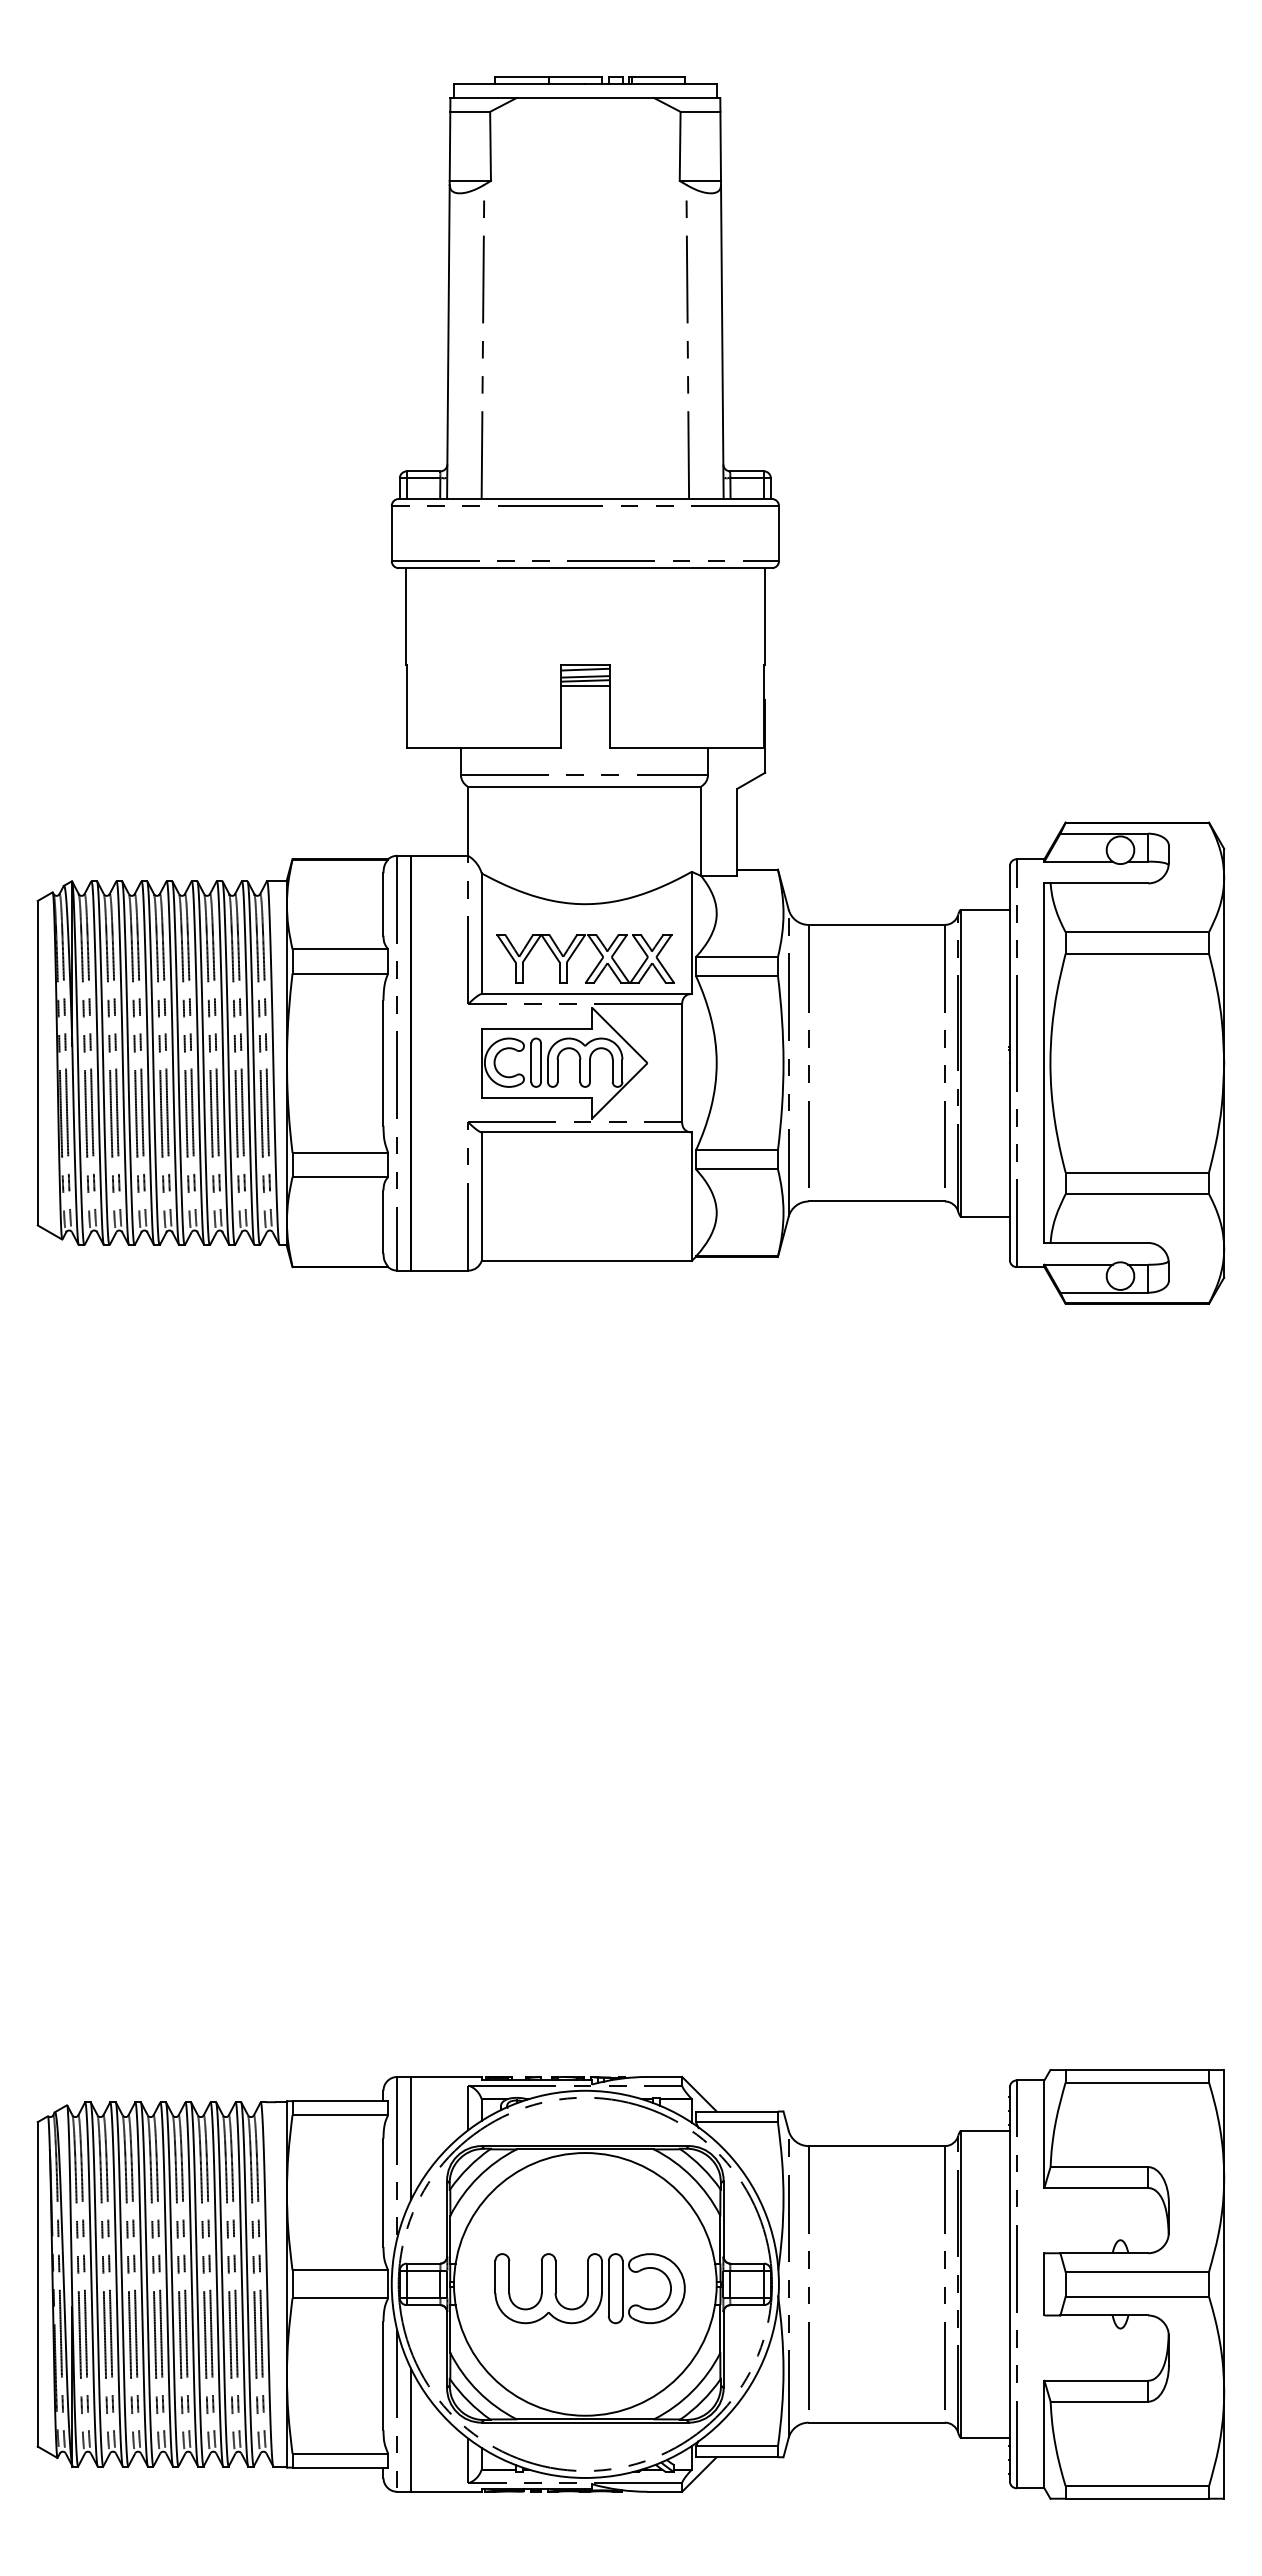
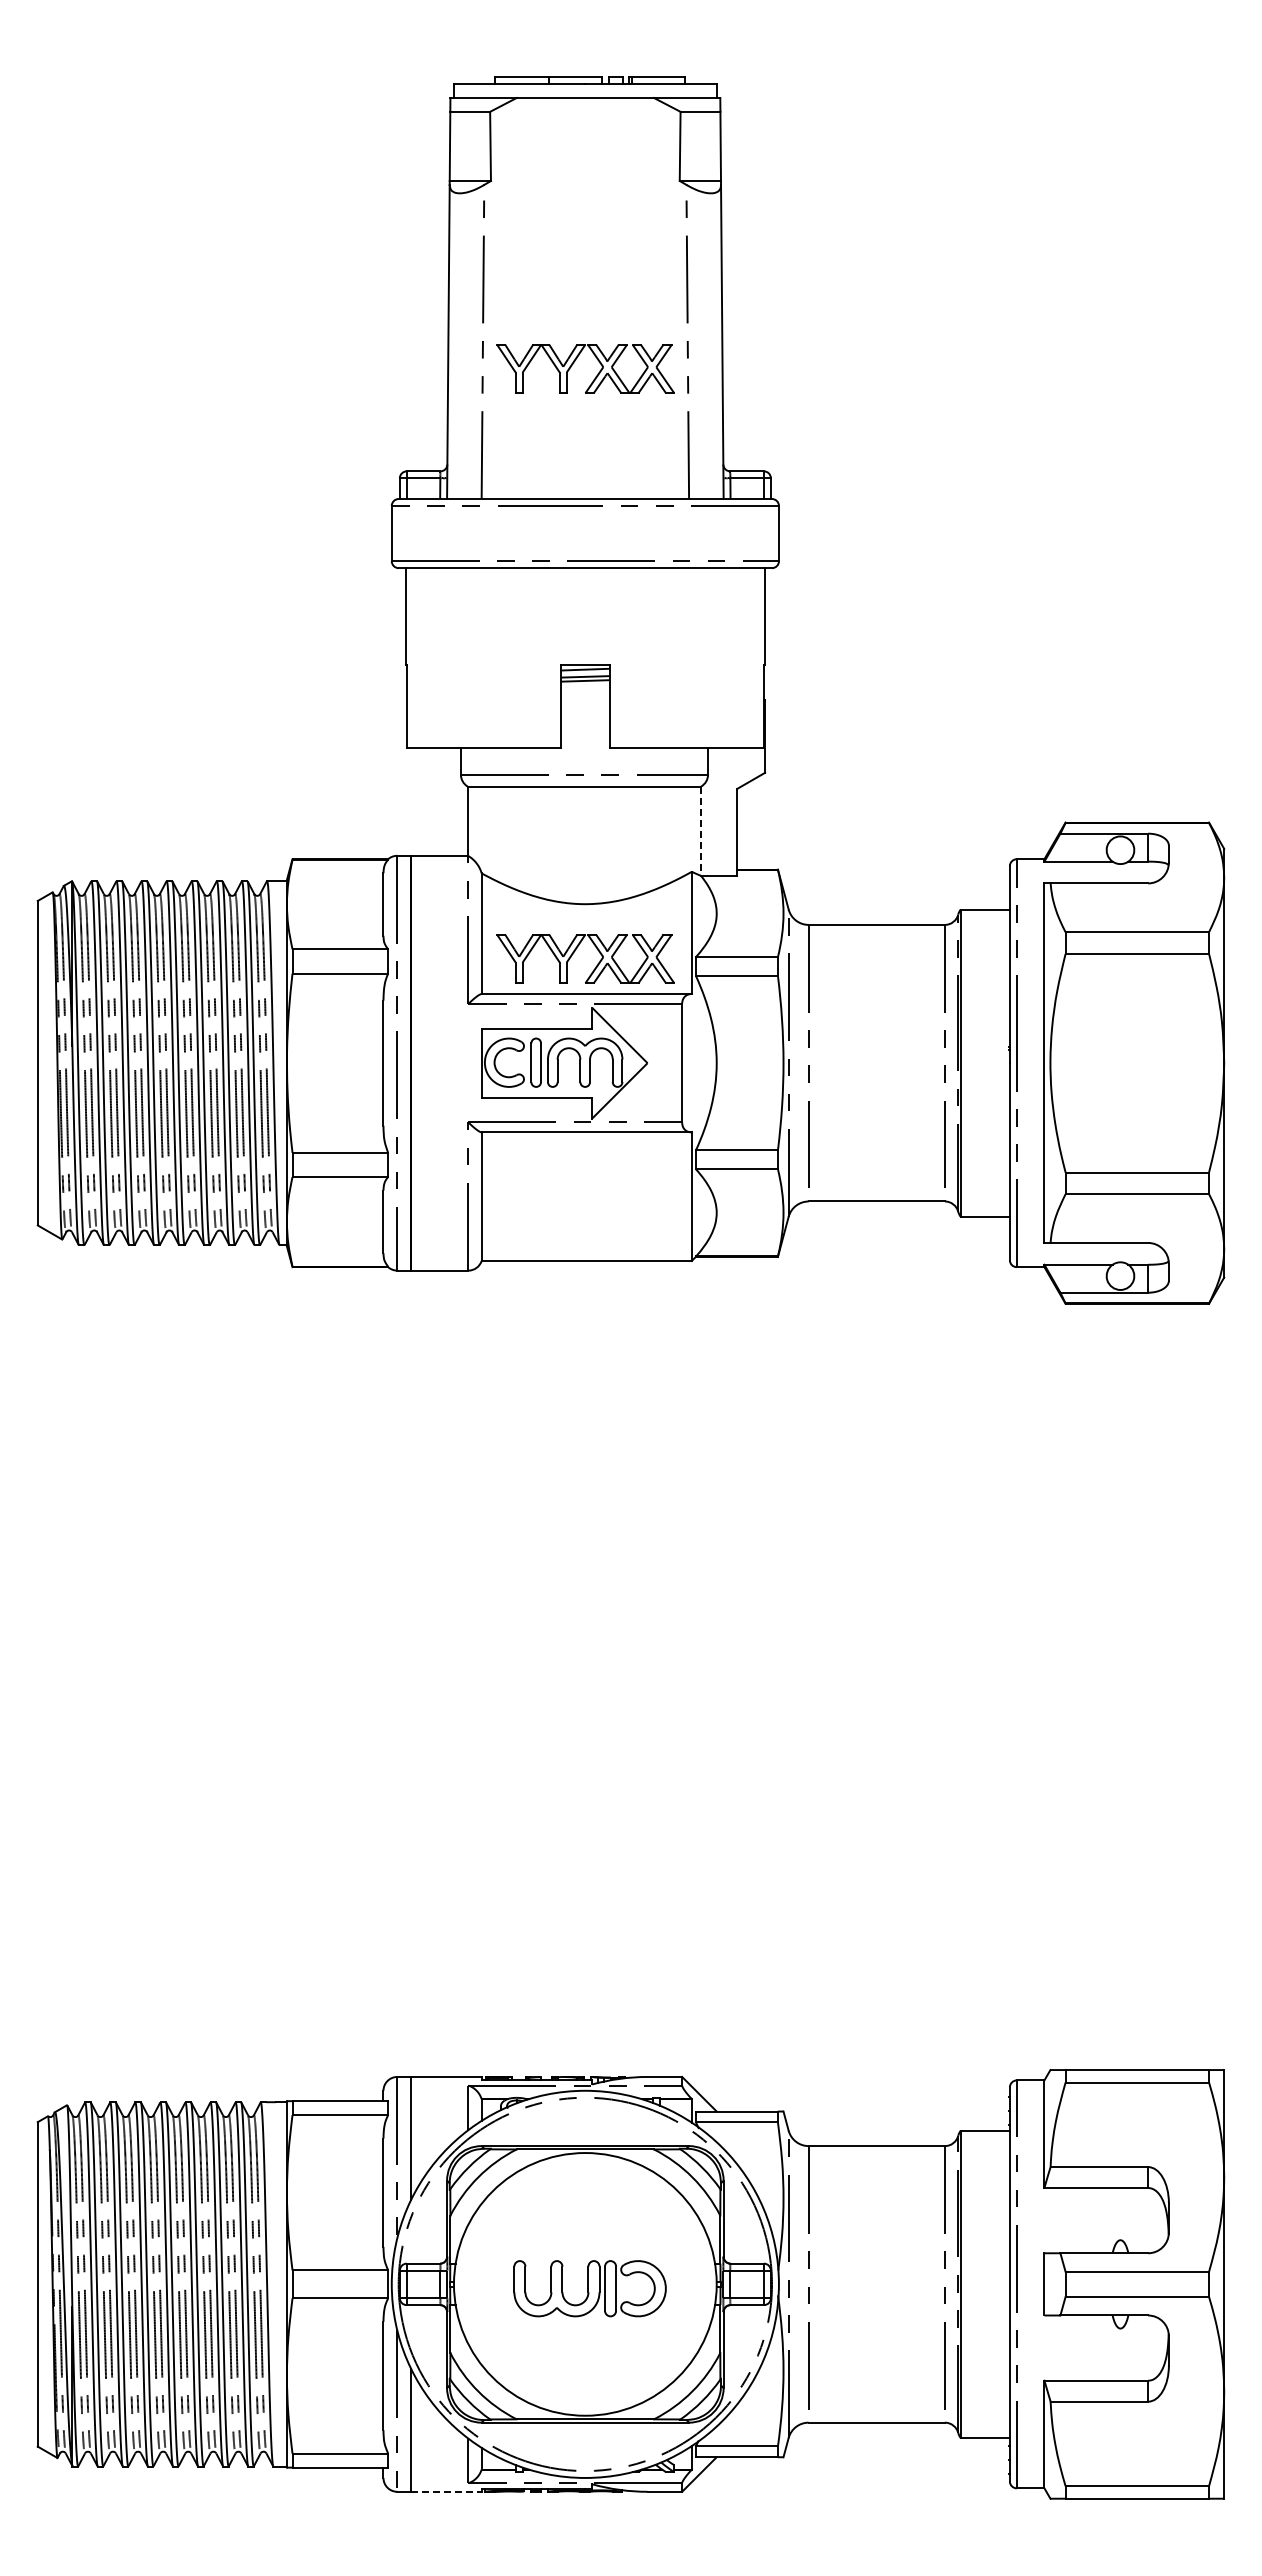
part at (575, 361): none -> present
line at (585, 685): present -> none
line at (701, 831): solid -> dashed
part at (589, 2288) size: 192x72 px -> 154x58 px
line at (446, 2491): solid -> dashed
